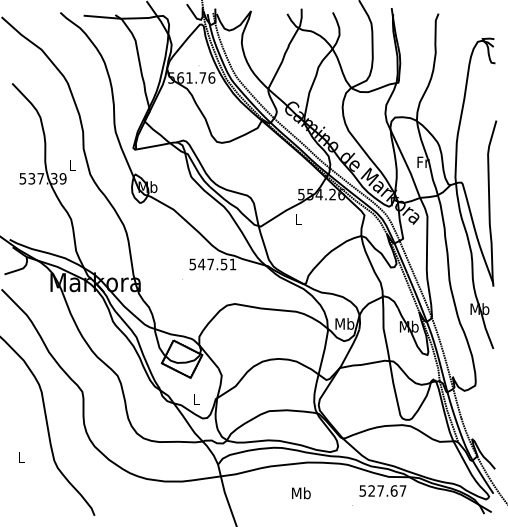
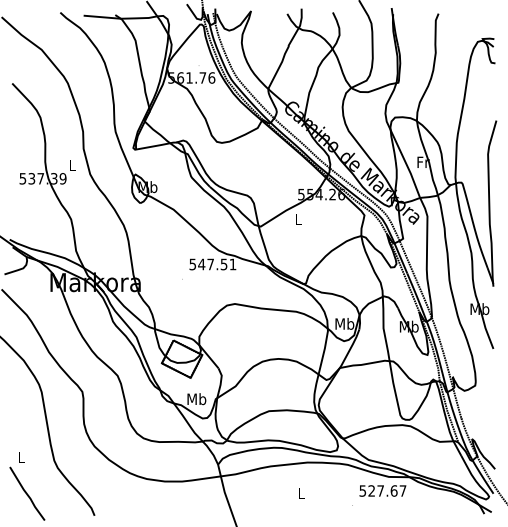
text at (196, 399): L -> Mb
line at (27, 493): none -> present
text at (301, 493): Mb -> L
